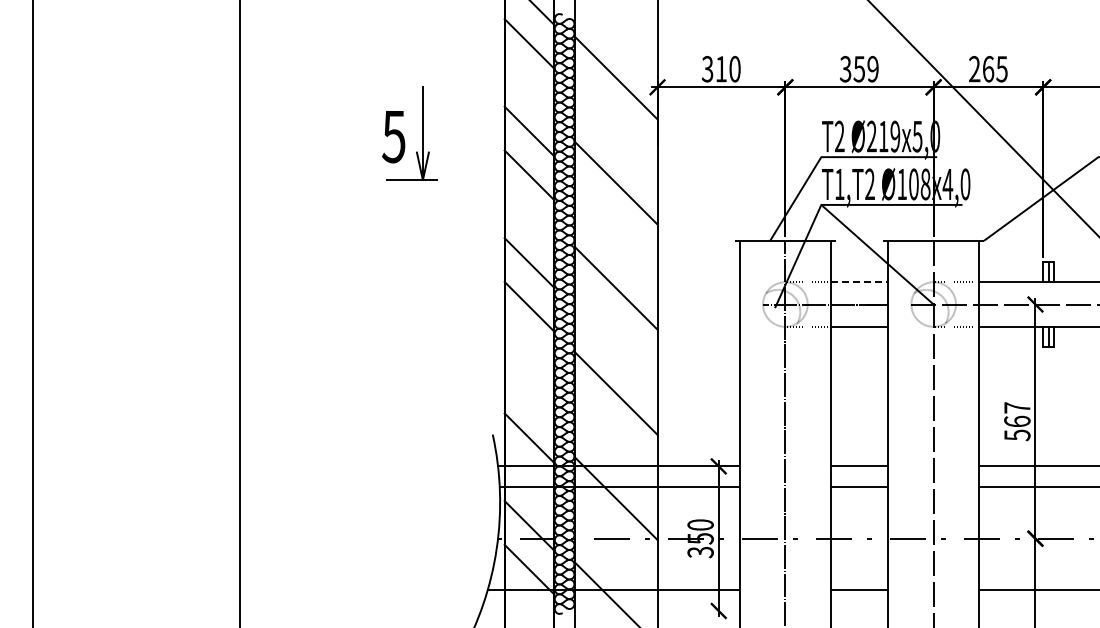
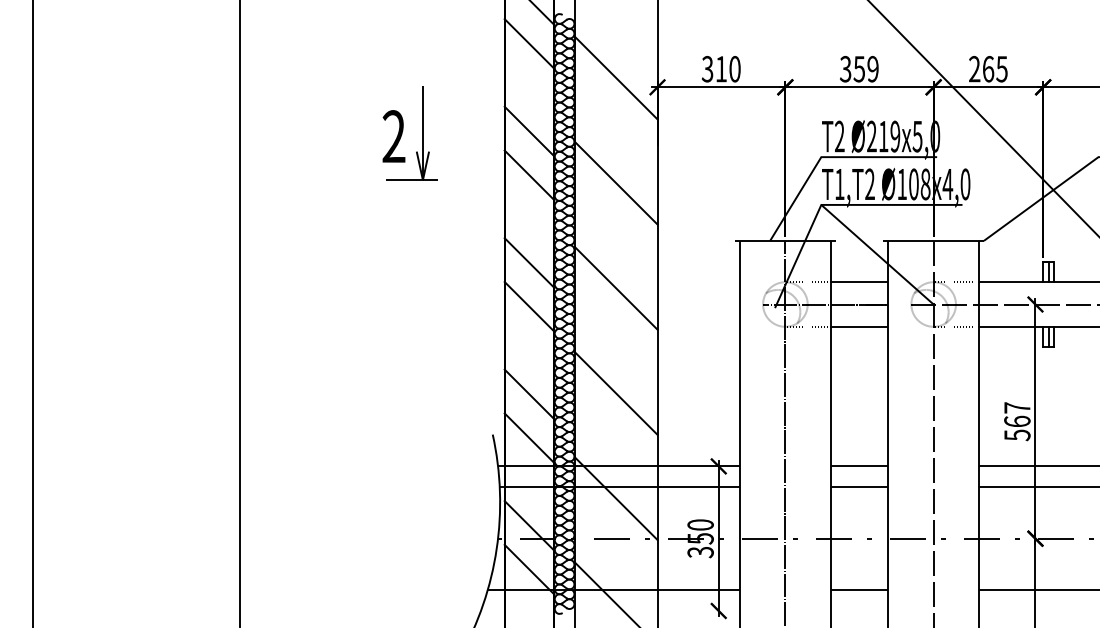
text at (393, 136): 5 -> 2
line at (859, 282): dashed -> solid
line at (529, 394): none -> present
